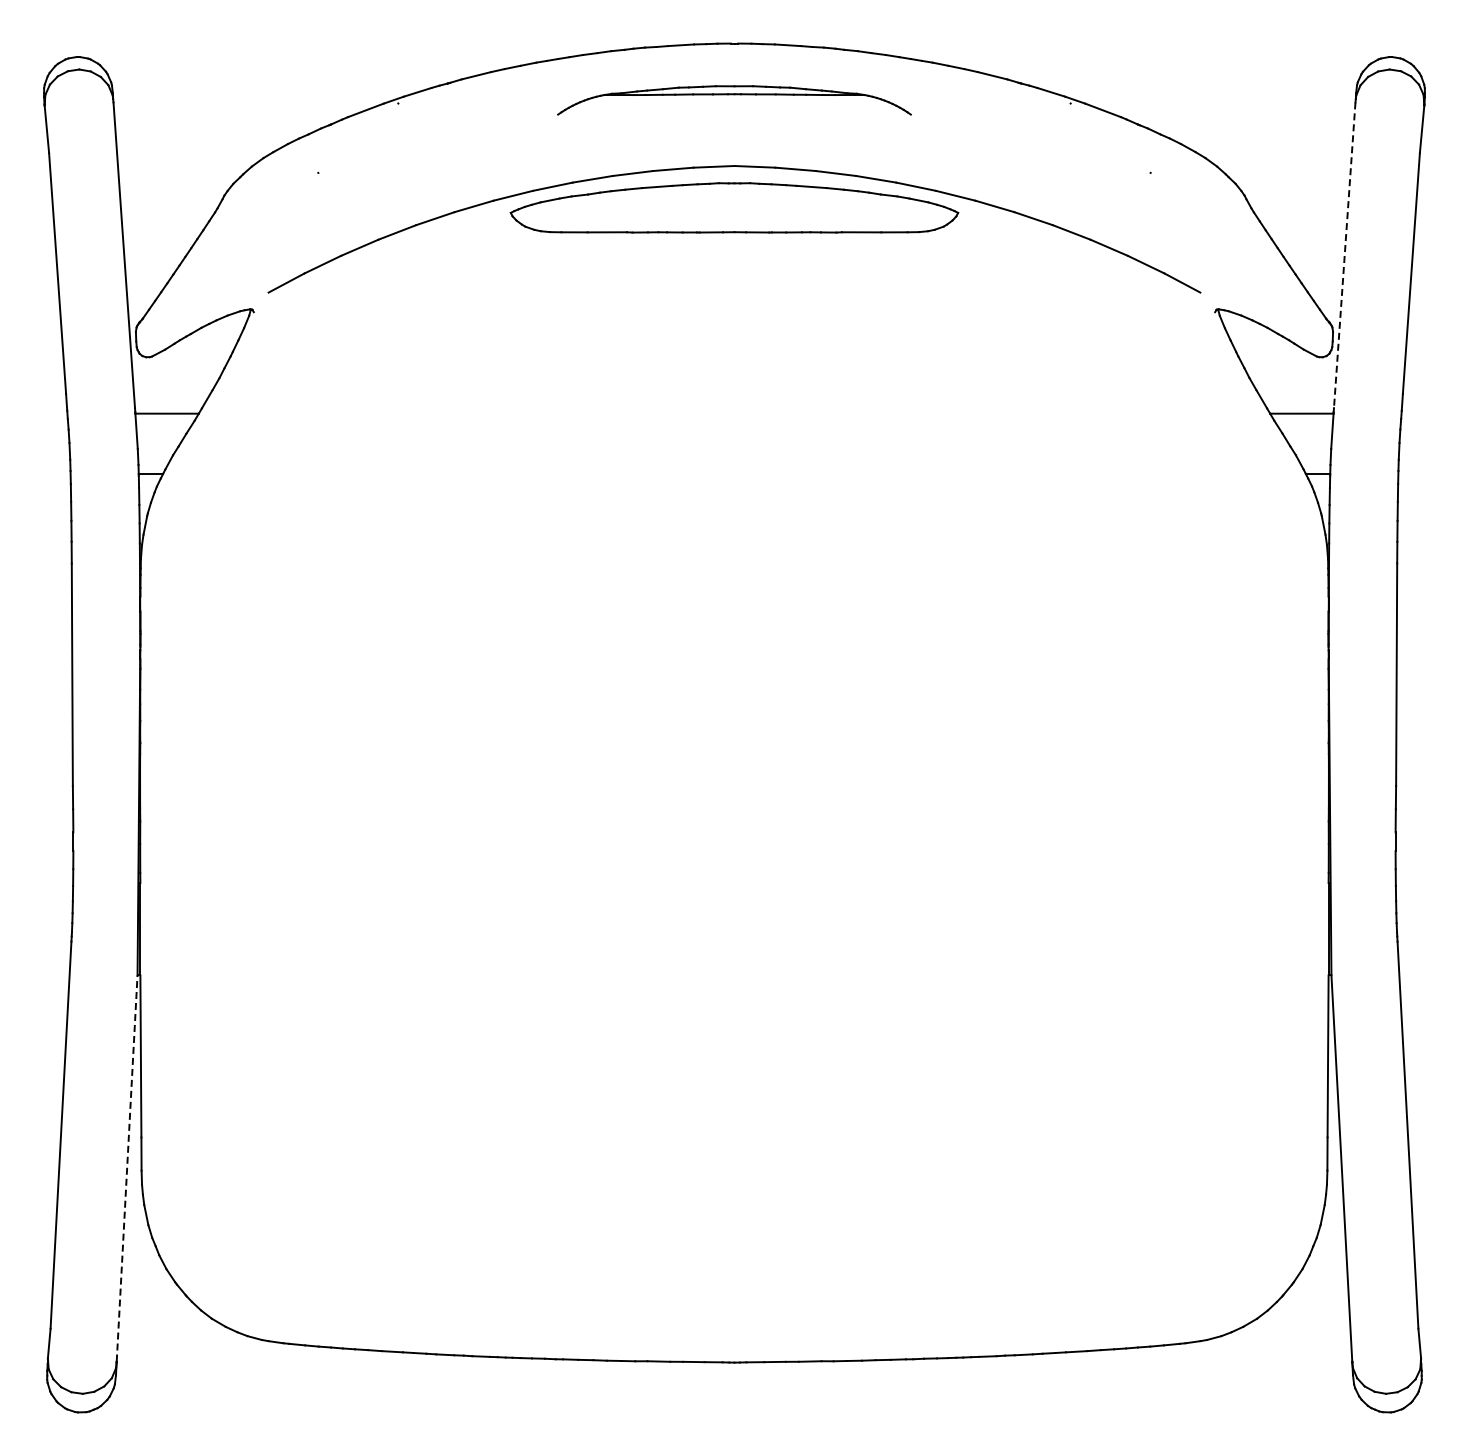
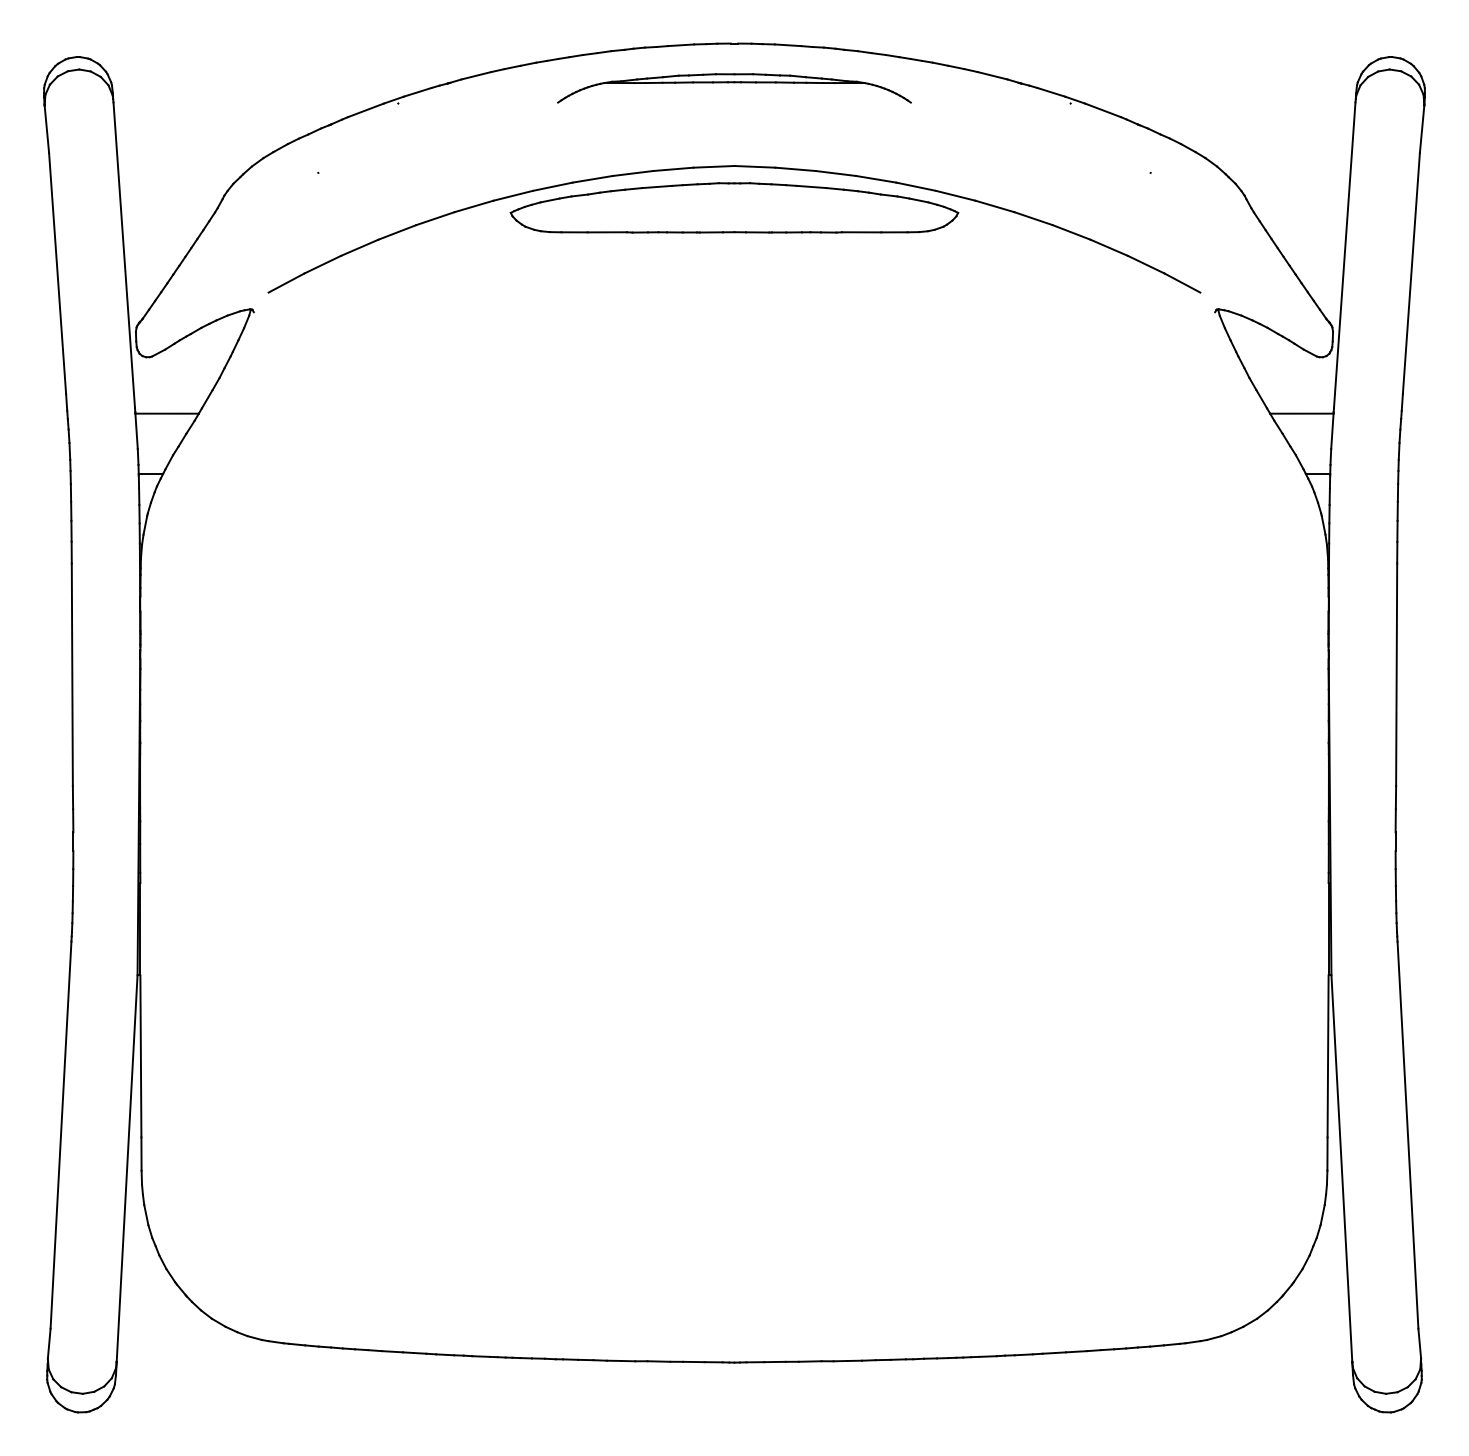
part at (734, 100) position: (734, 100) -> (734, 88)
line at (1344, 255): dashed -> solid
line at (127, 1167): dashed -> solid
